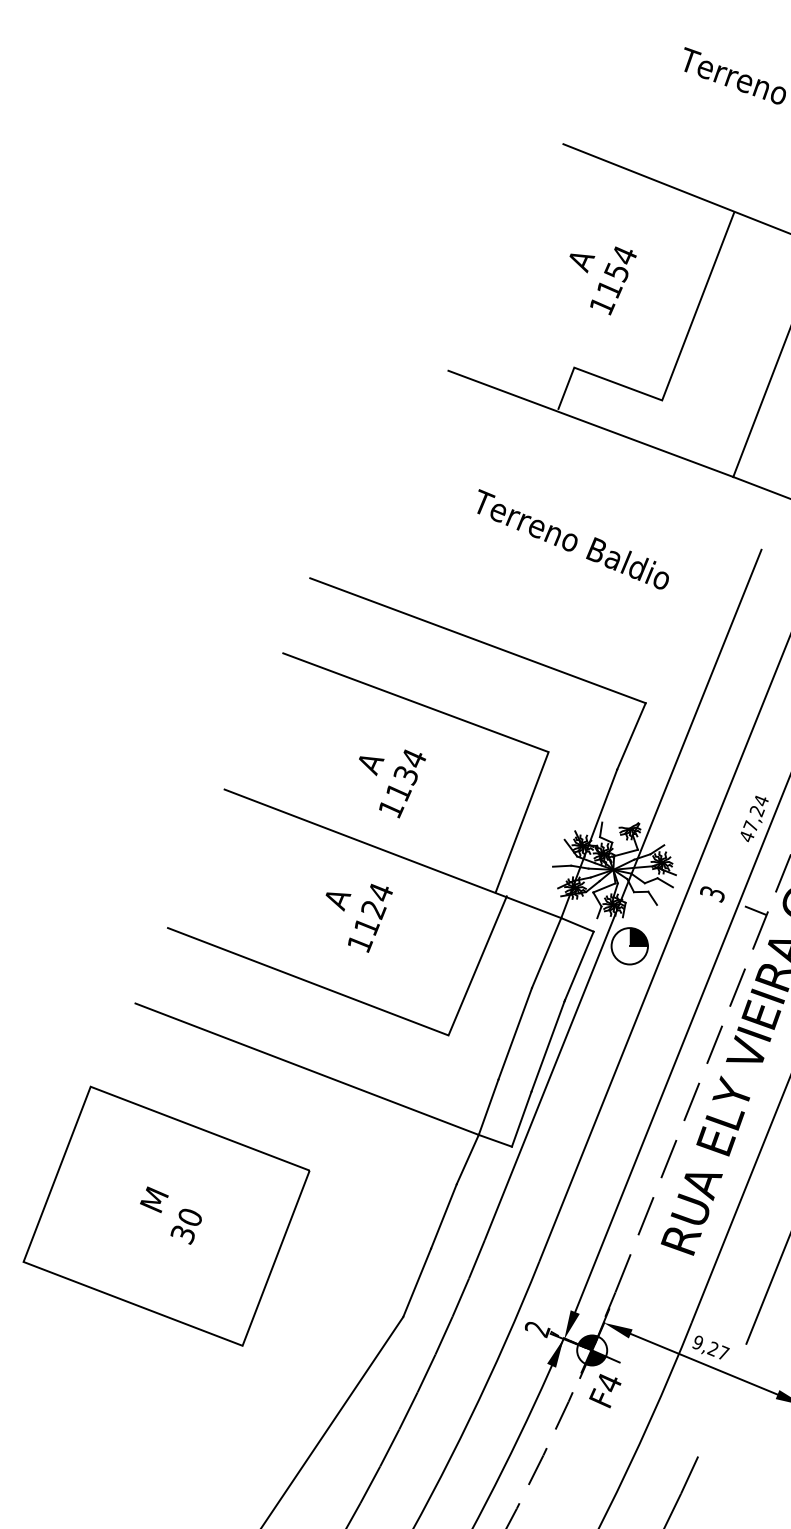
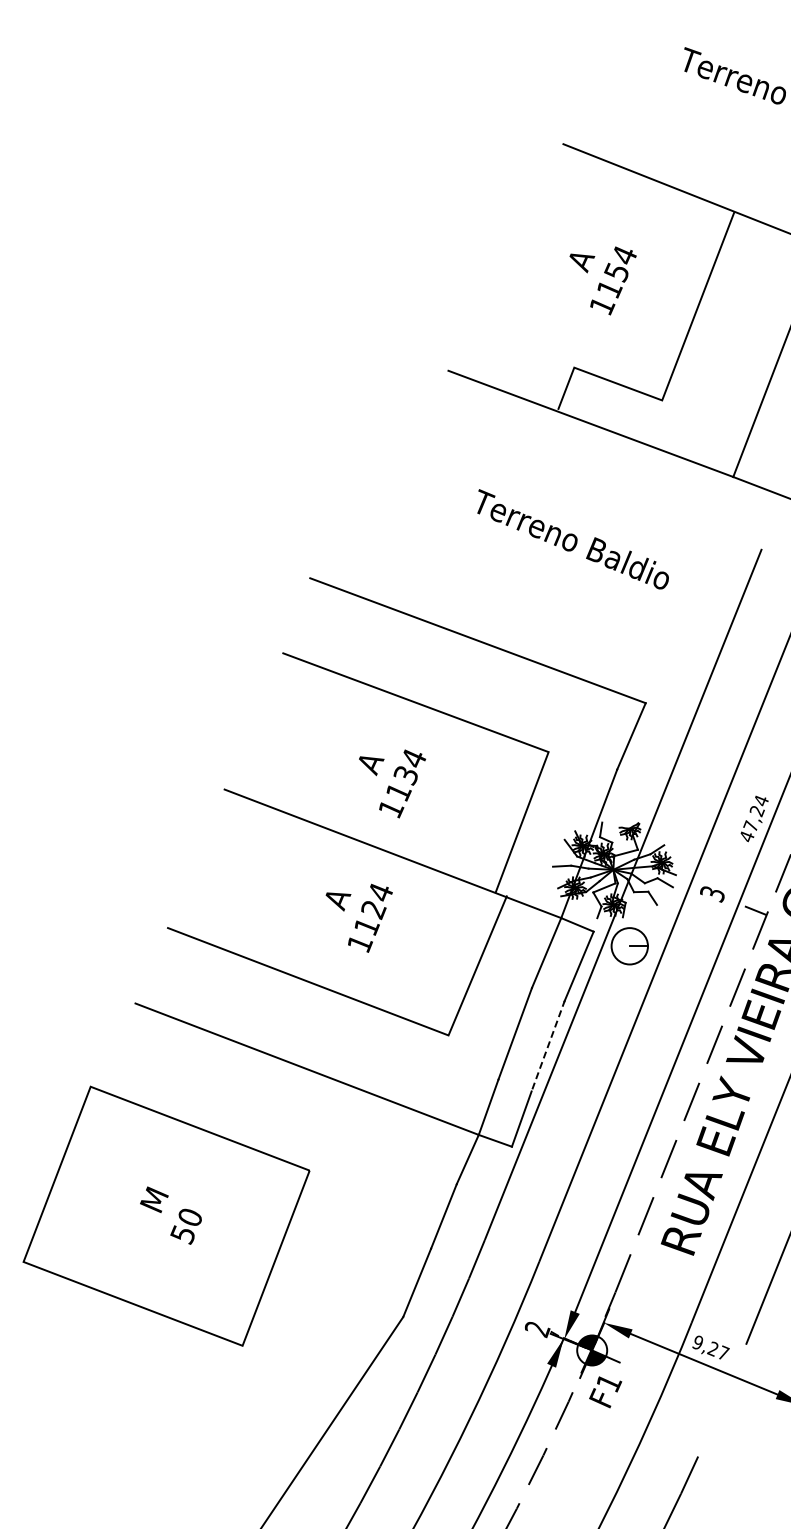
fill at (638, 937): present -> none
line at (548, 1045): solid -> dashed
text at (182, 1234): 30 -> 50
text at (609, 1383): F4 -> F1
